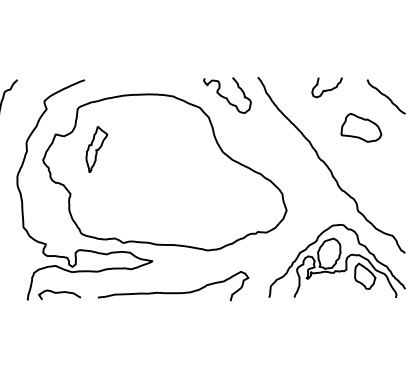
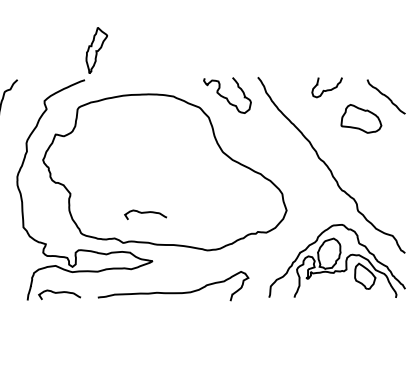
part at (361, 127) position: (361, 127) -> (361, 118)
part at (96, 149) position: (96, 149) -> (96, 50)
curve at (145, 213): none -> present
